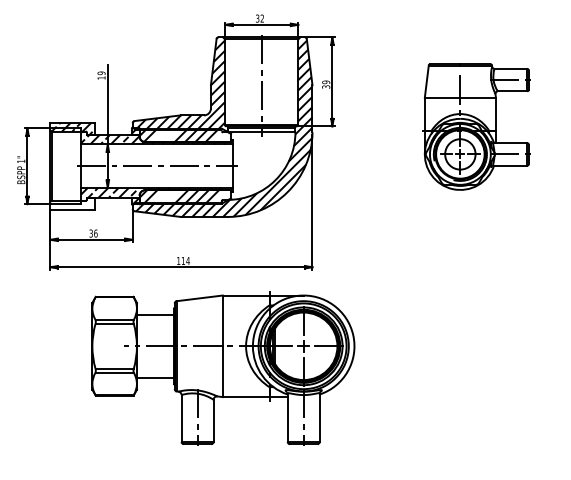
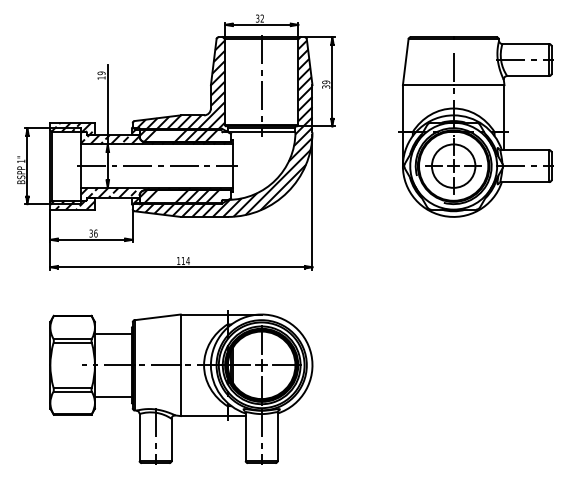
part at (476, 126) size: 109x128 px -> 156x182 px
hatch at (72, 203): none -> present
part at (223, 368) position: (223, 368) -> (181, 387)
